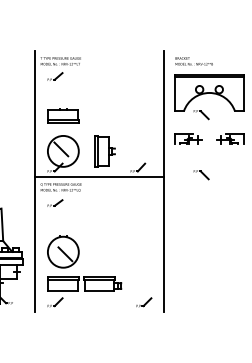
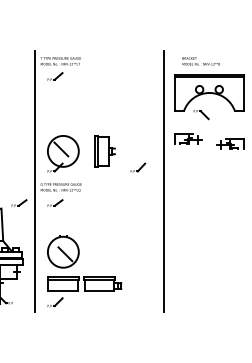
text at (193, 61) position: (193, 61) -> (200, 61)
part at (63, 115): present -> none
part at (230, 138) position: (230, 138) -> (230, 143)
part at (201, 175): present -> none
line at (98, 177): present -> none
part at (19, 202): none -> present
part at (144, 302): present -> none
